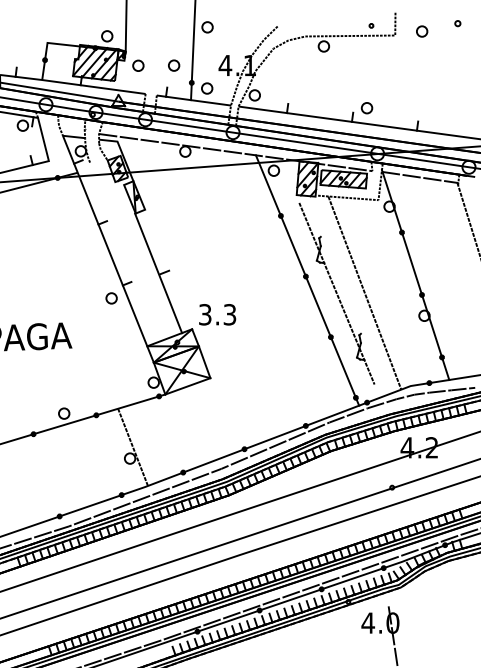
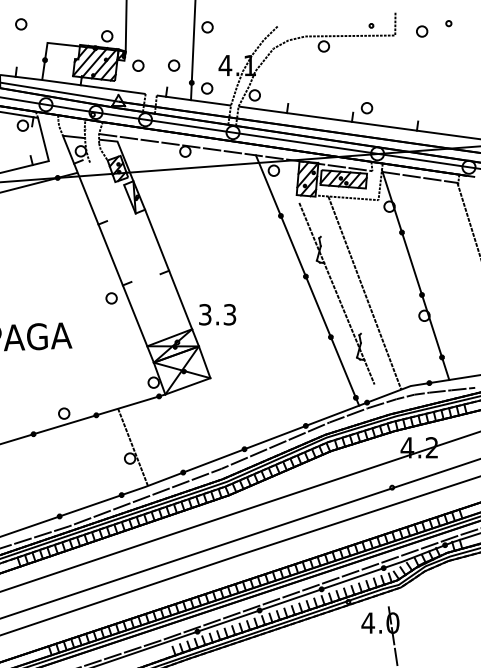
part at (457, 23) position: (457, 23) -> (448, 23)
part at (21, 24): none -> present
line at (158, 273) position: (158, 273) -> (168, 269)
